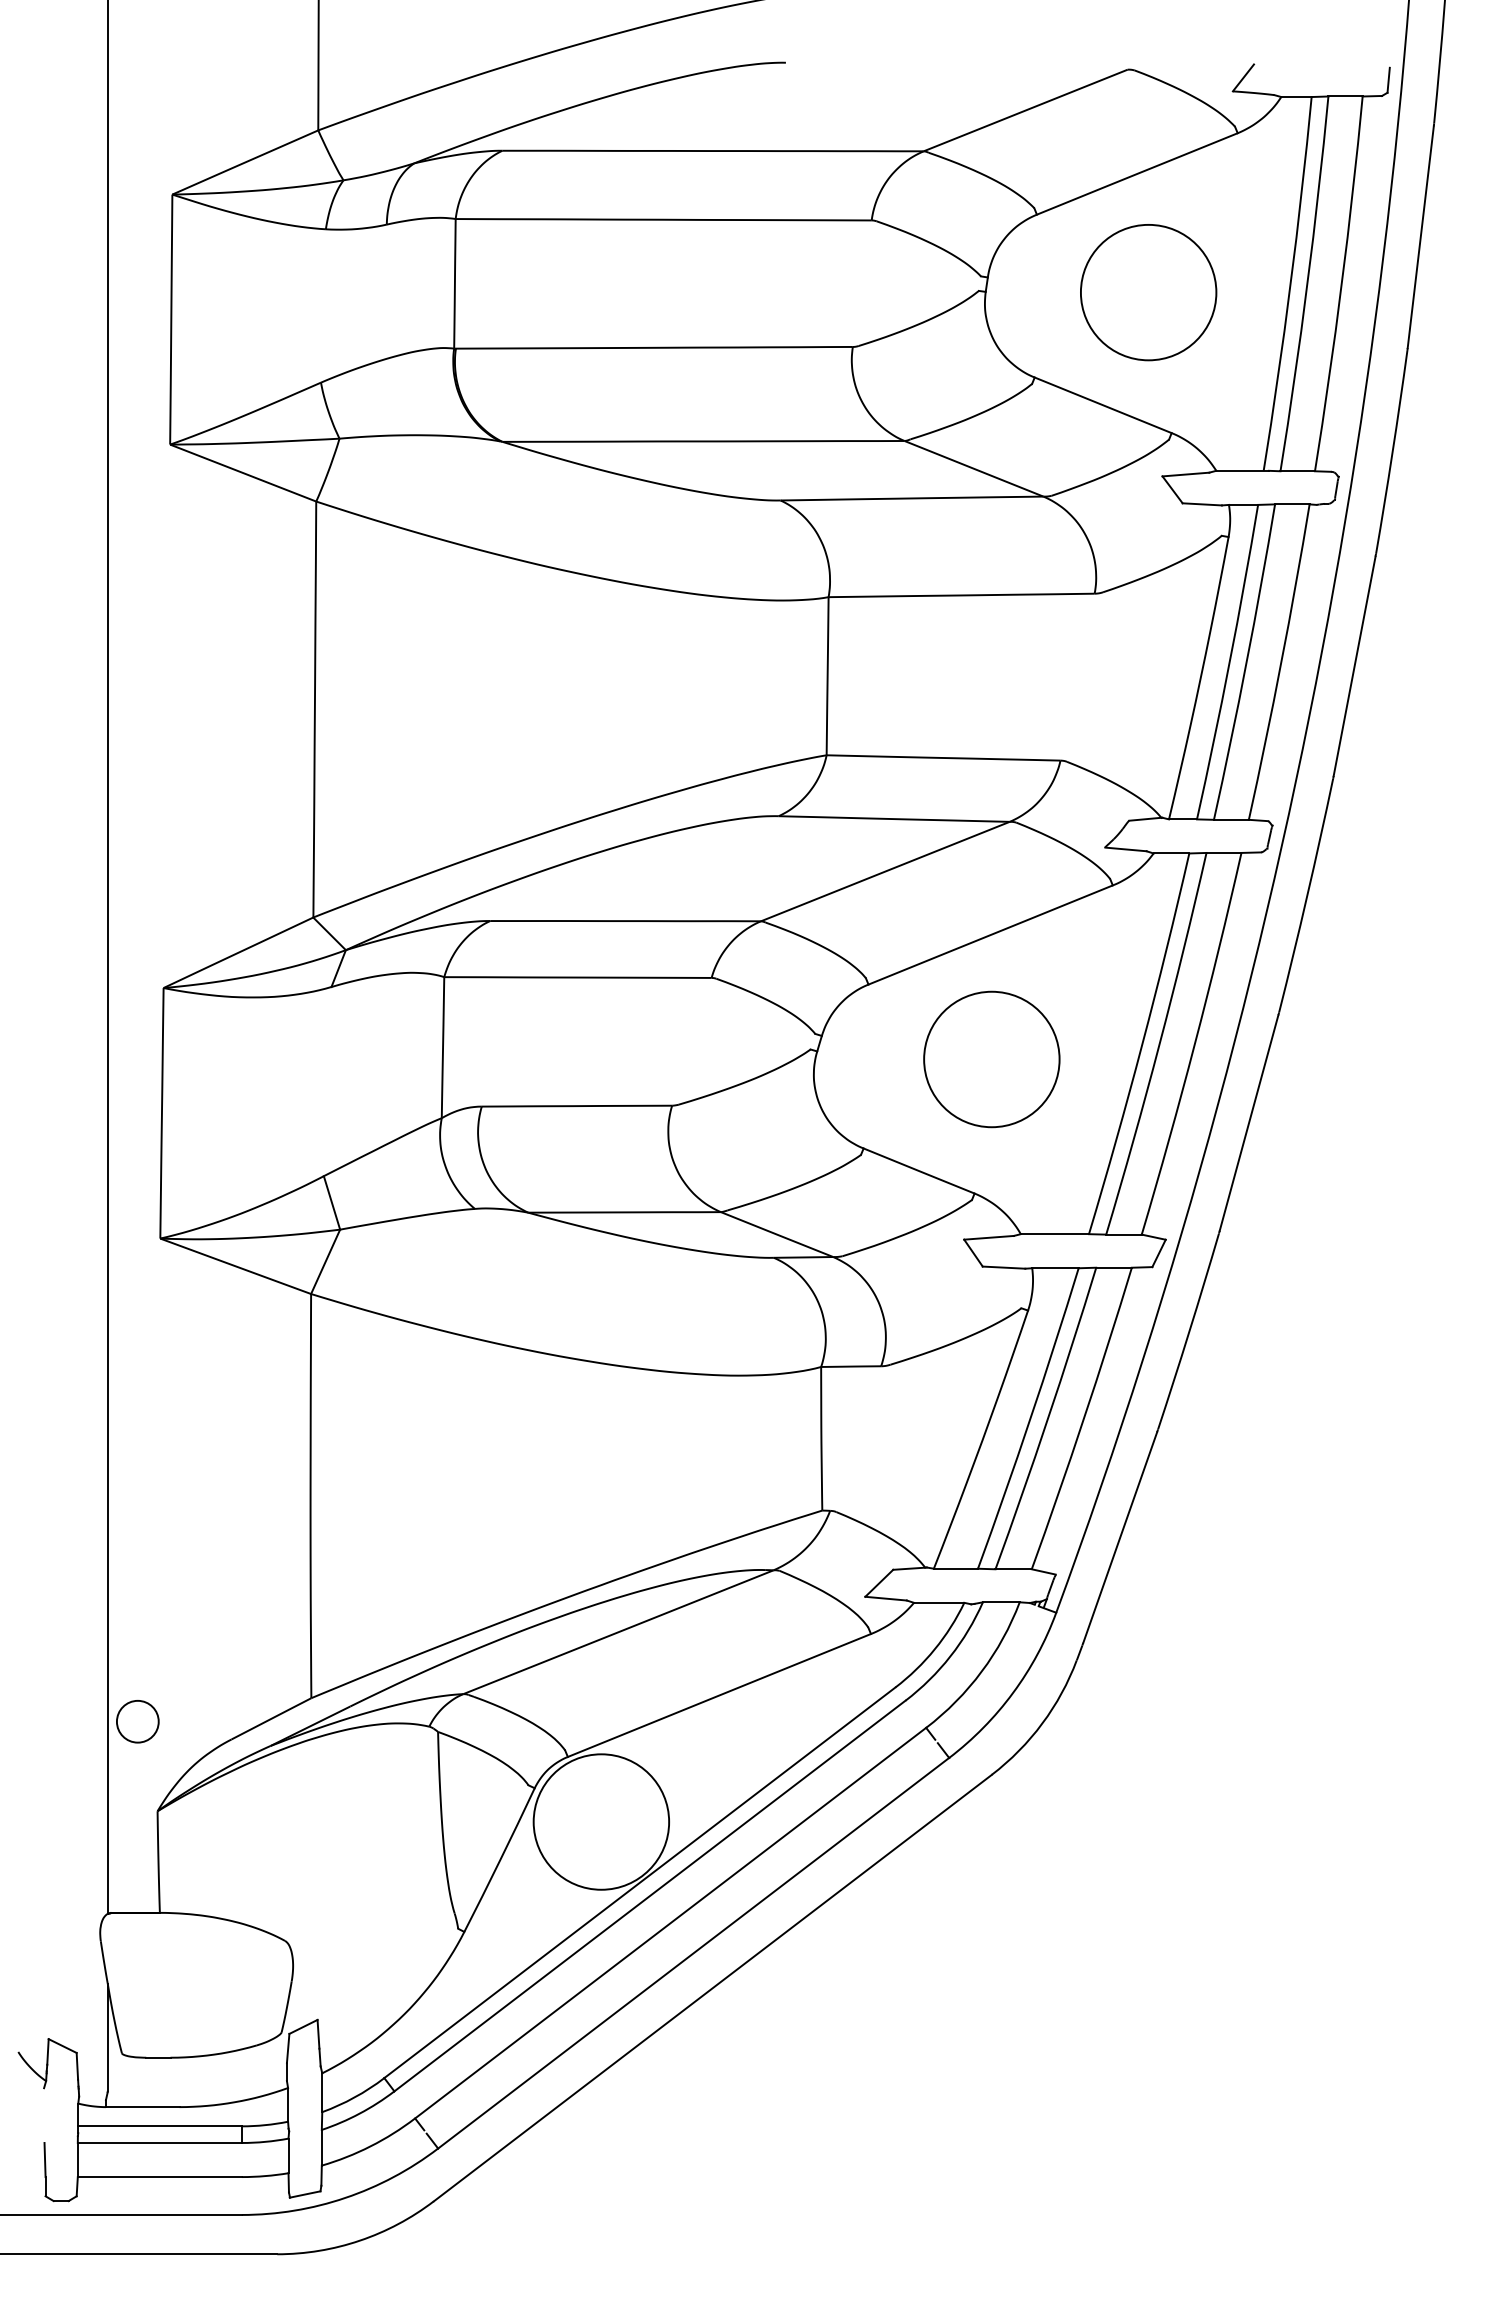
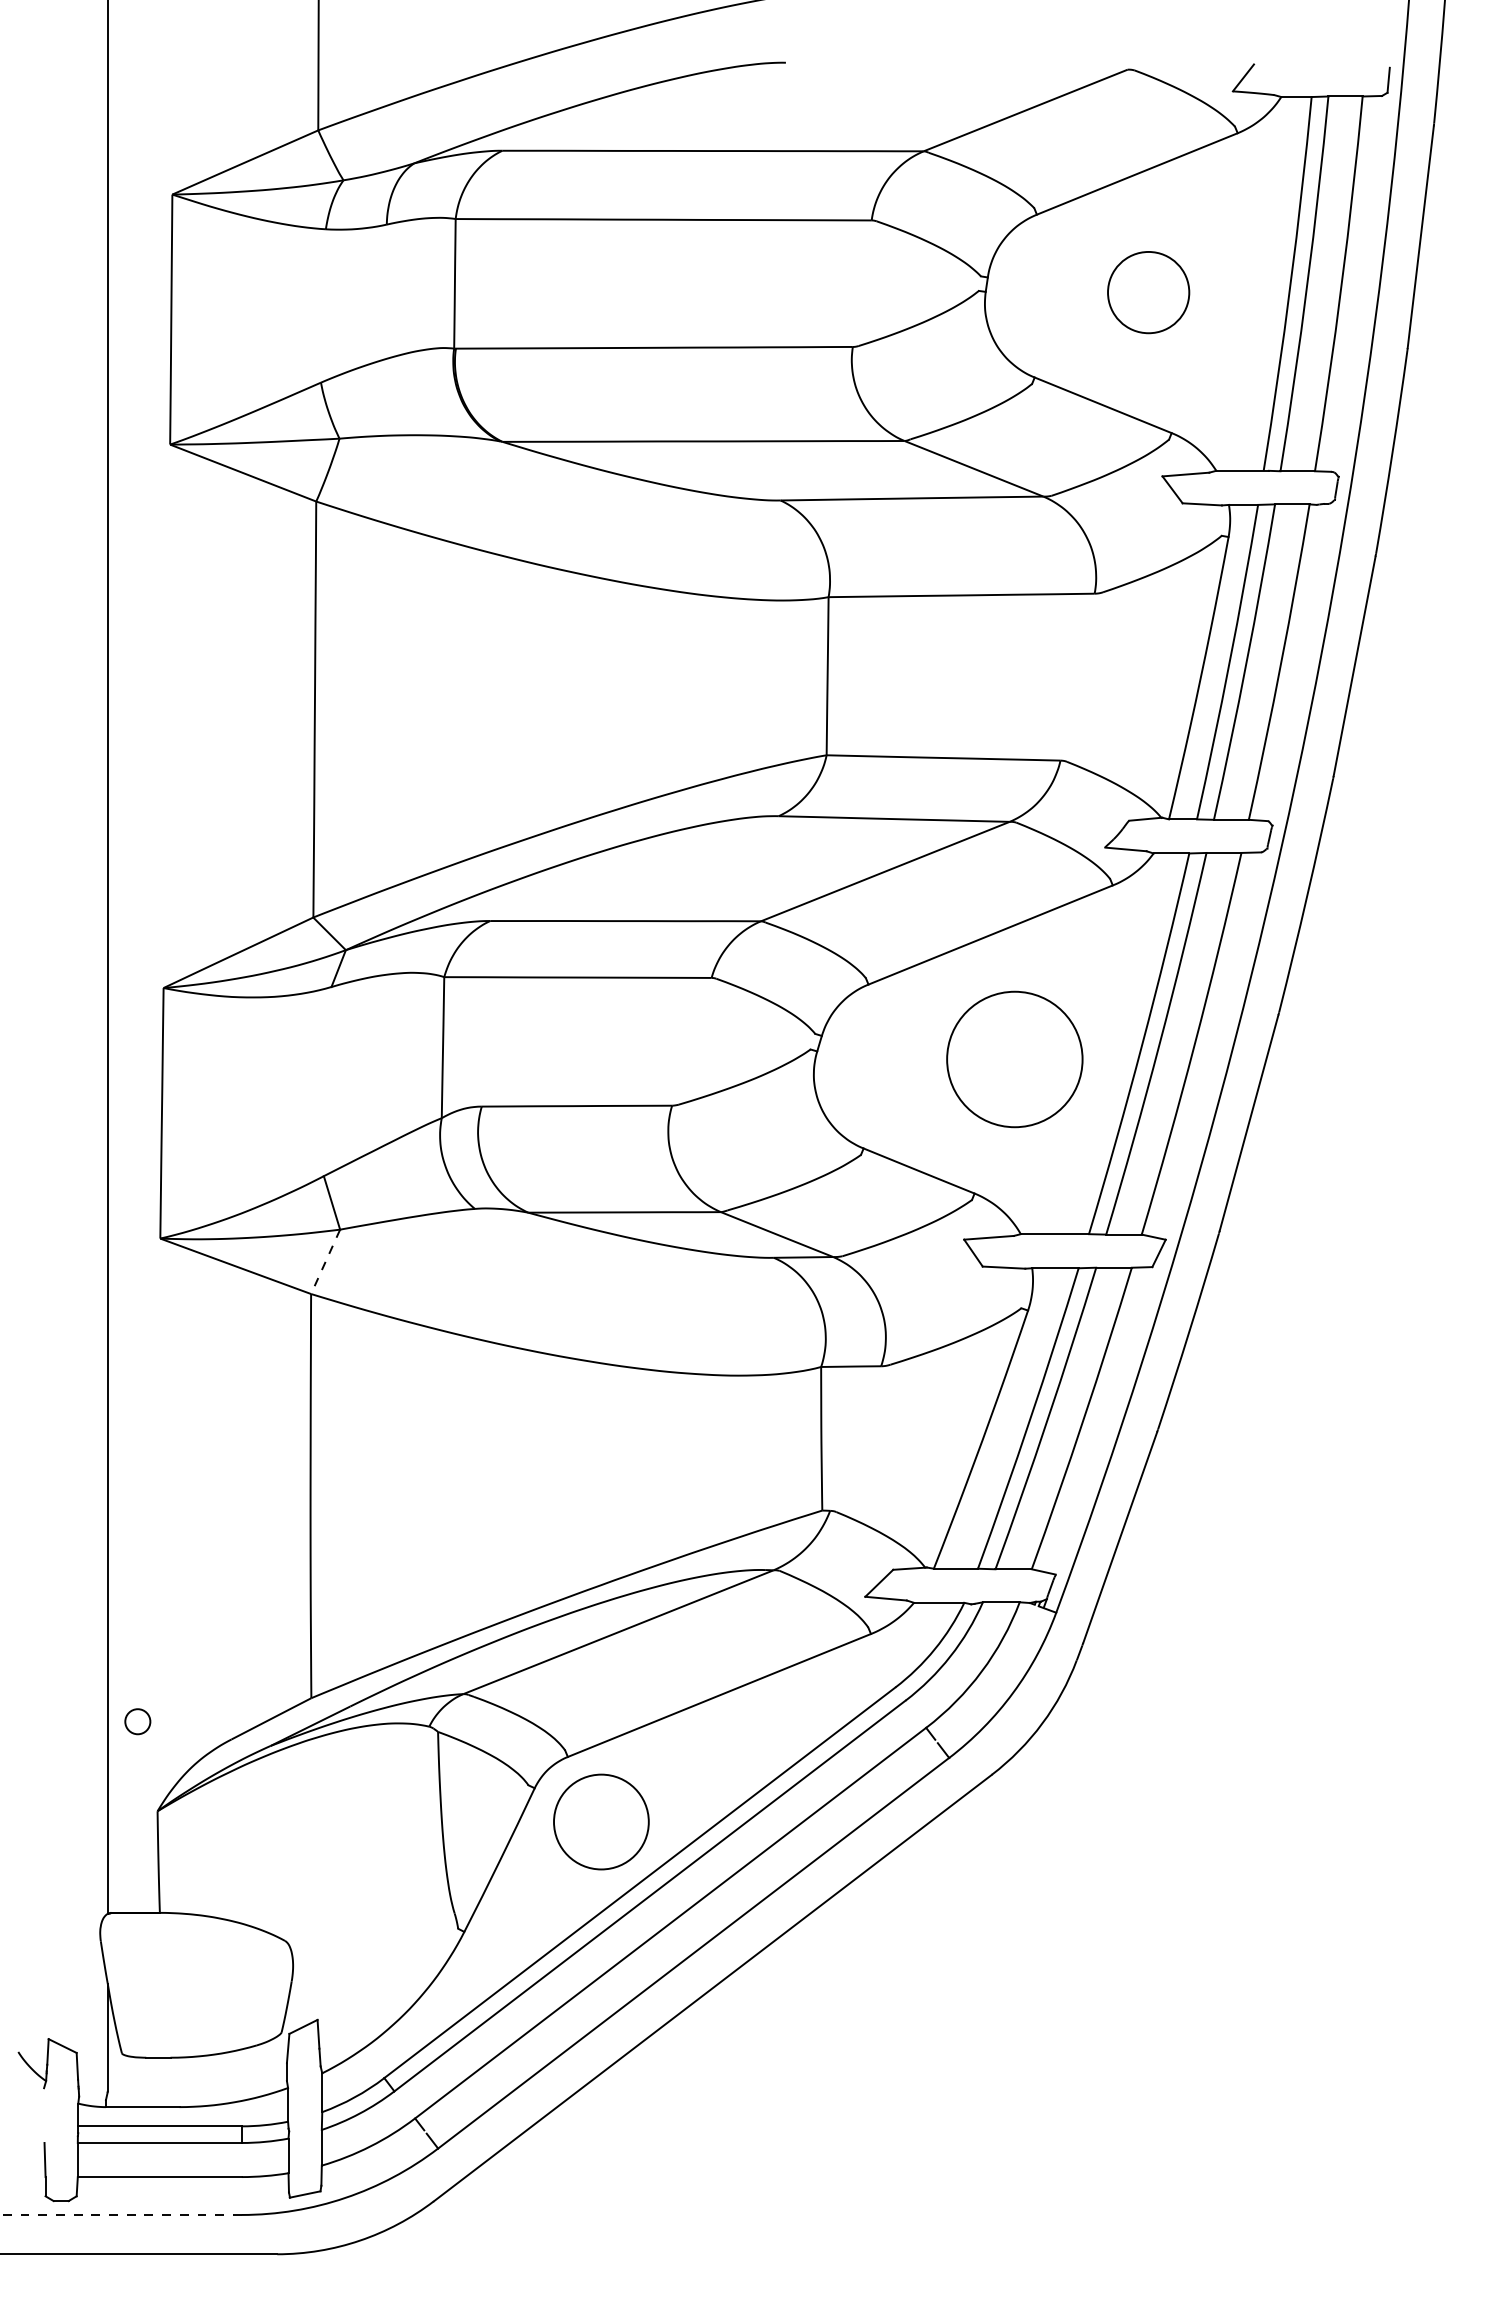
circle at (1148, 292) diameter: 135 px -> 81 px
circle at (991, 1059) position: (991, 1059) -> (1014, 1059)
line at (325, 1262): solid -> dashed
circle at (137, 1721) diameter: 42 px -> 25 px
circle at (601, 1821) diameter: 135 px -> 95 px
line at (120, 2214): solid -> dashed
